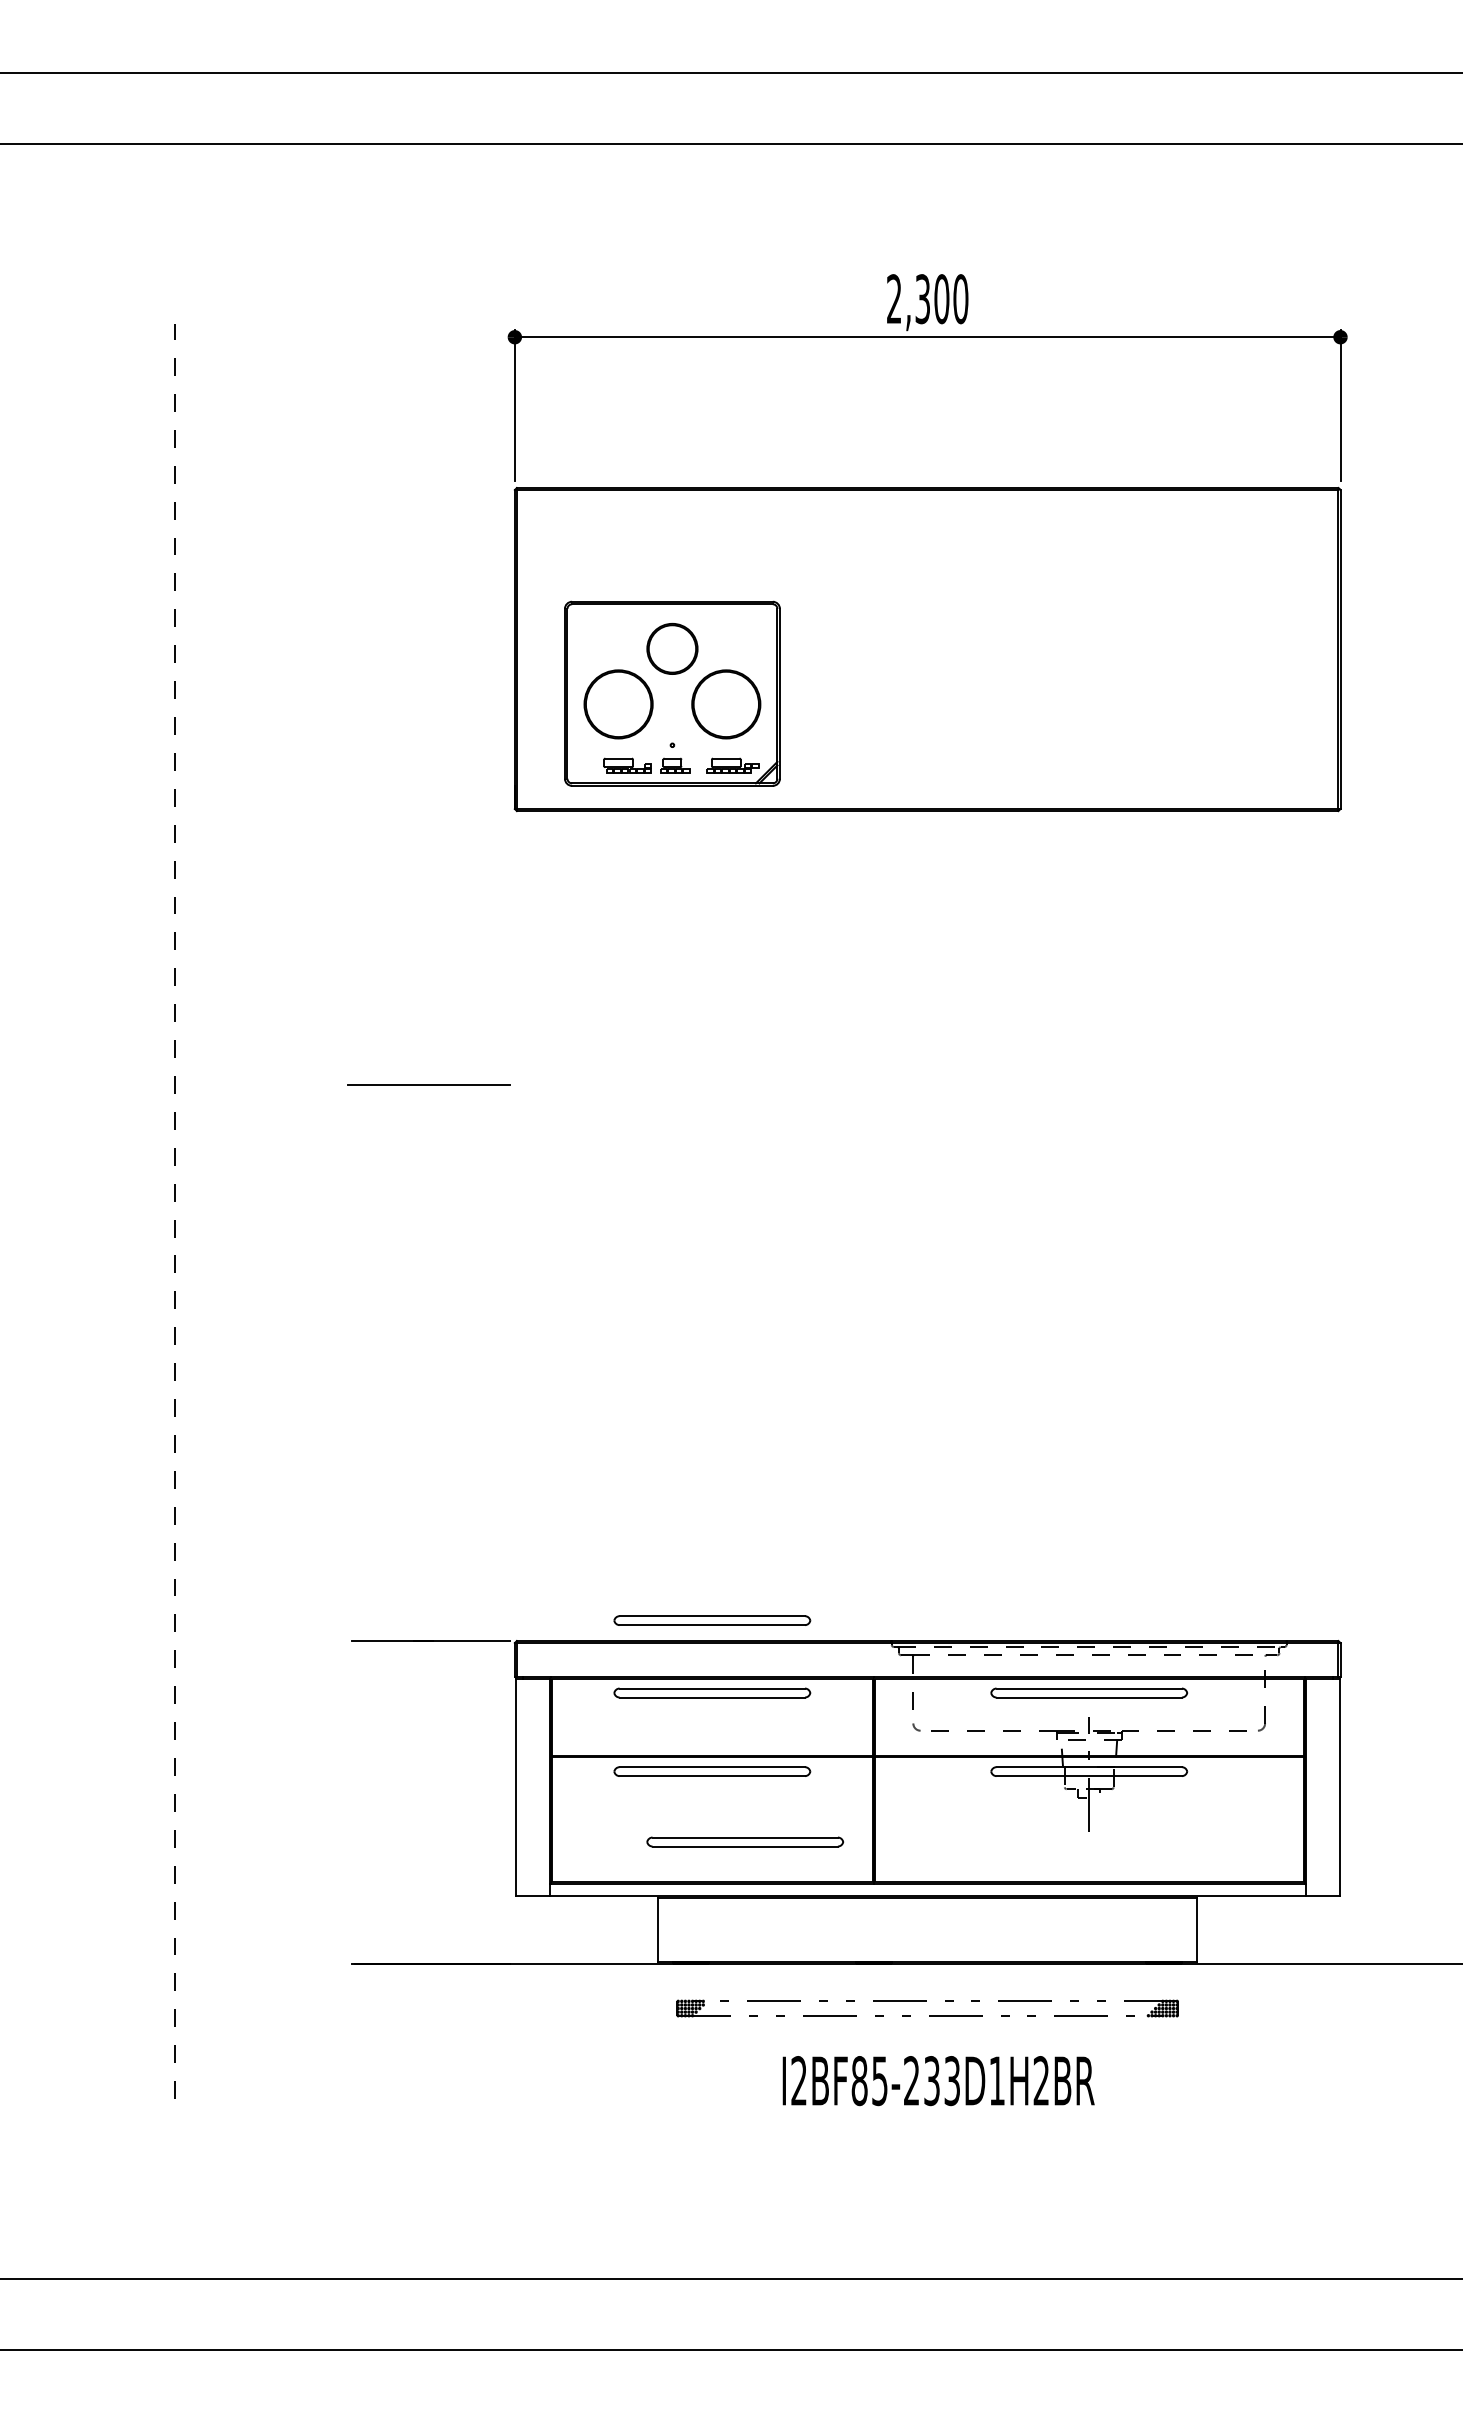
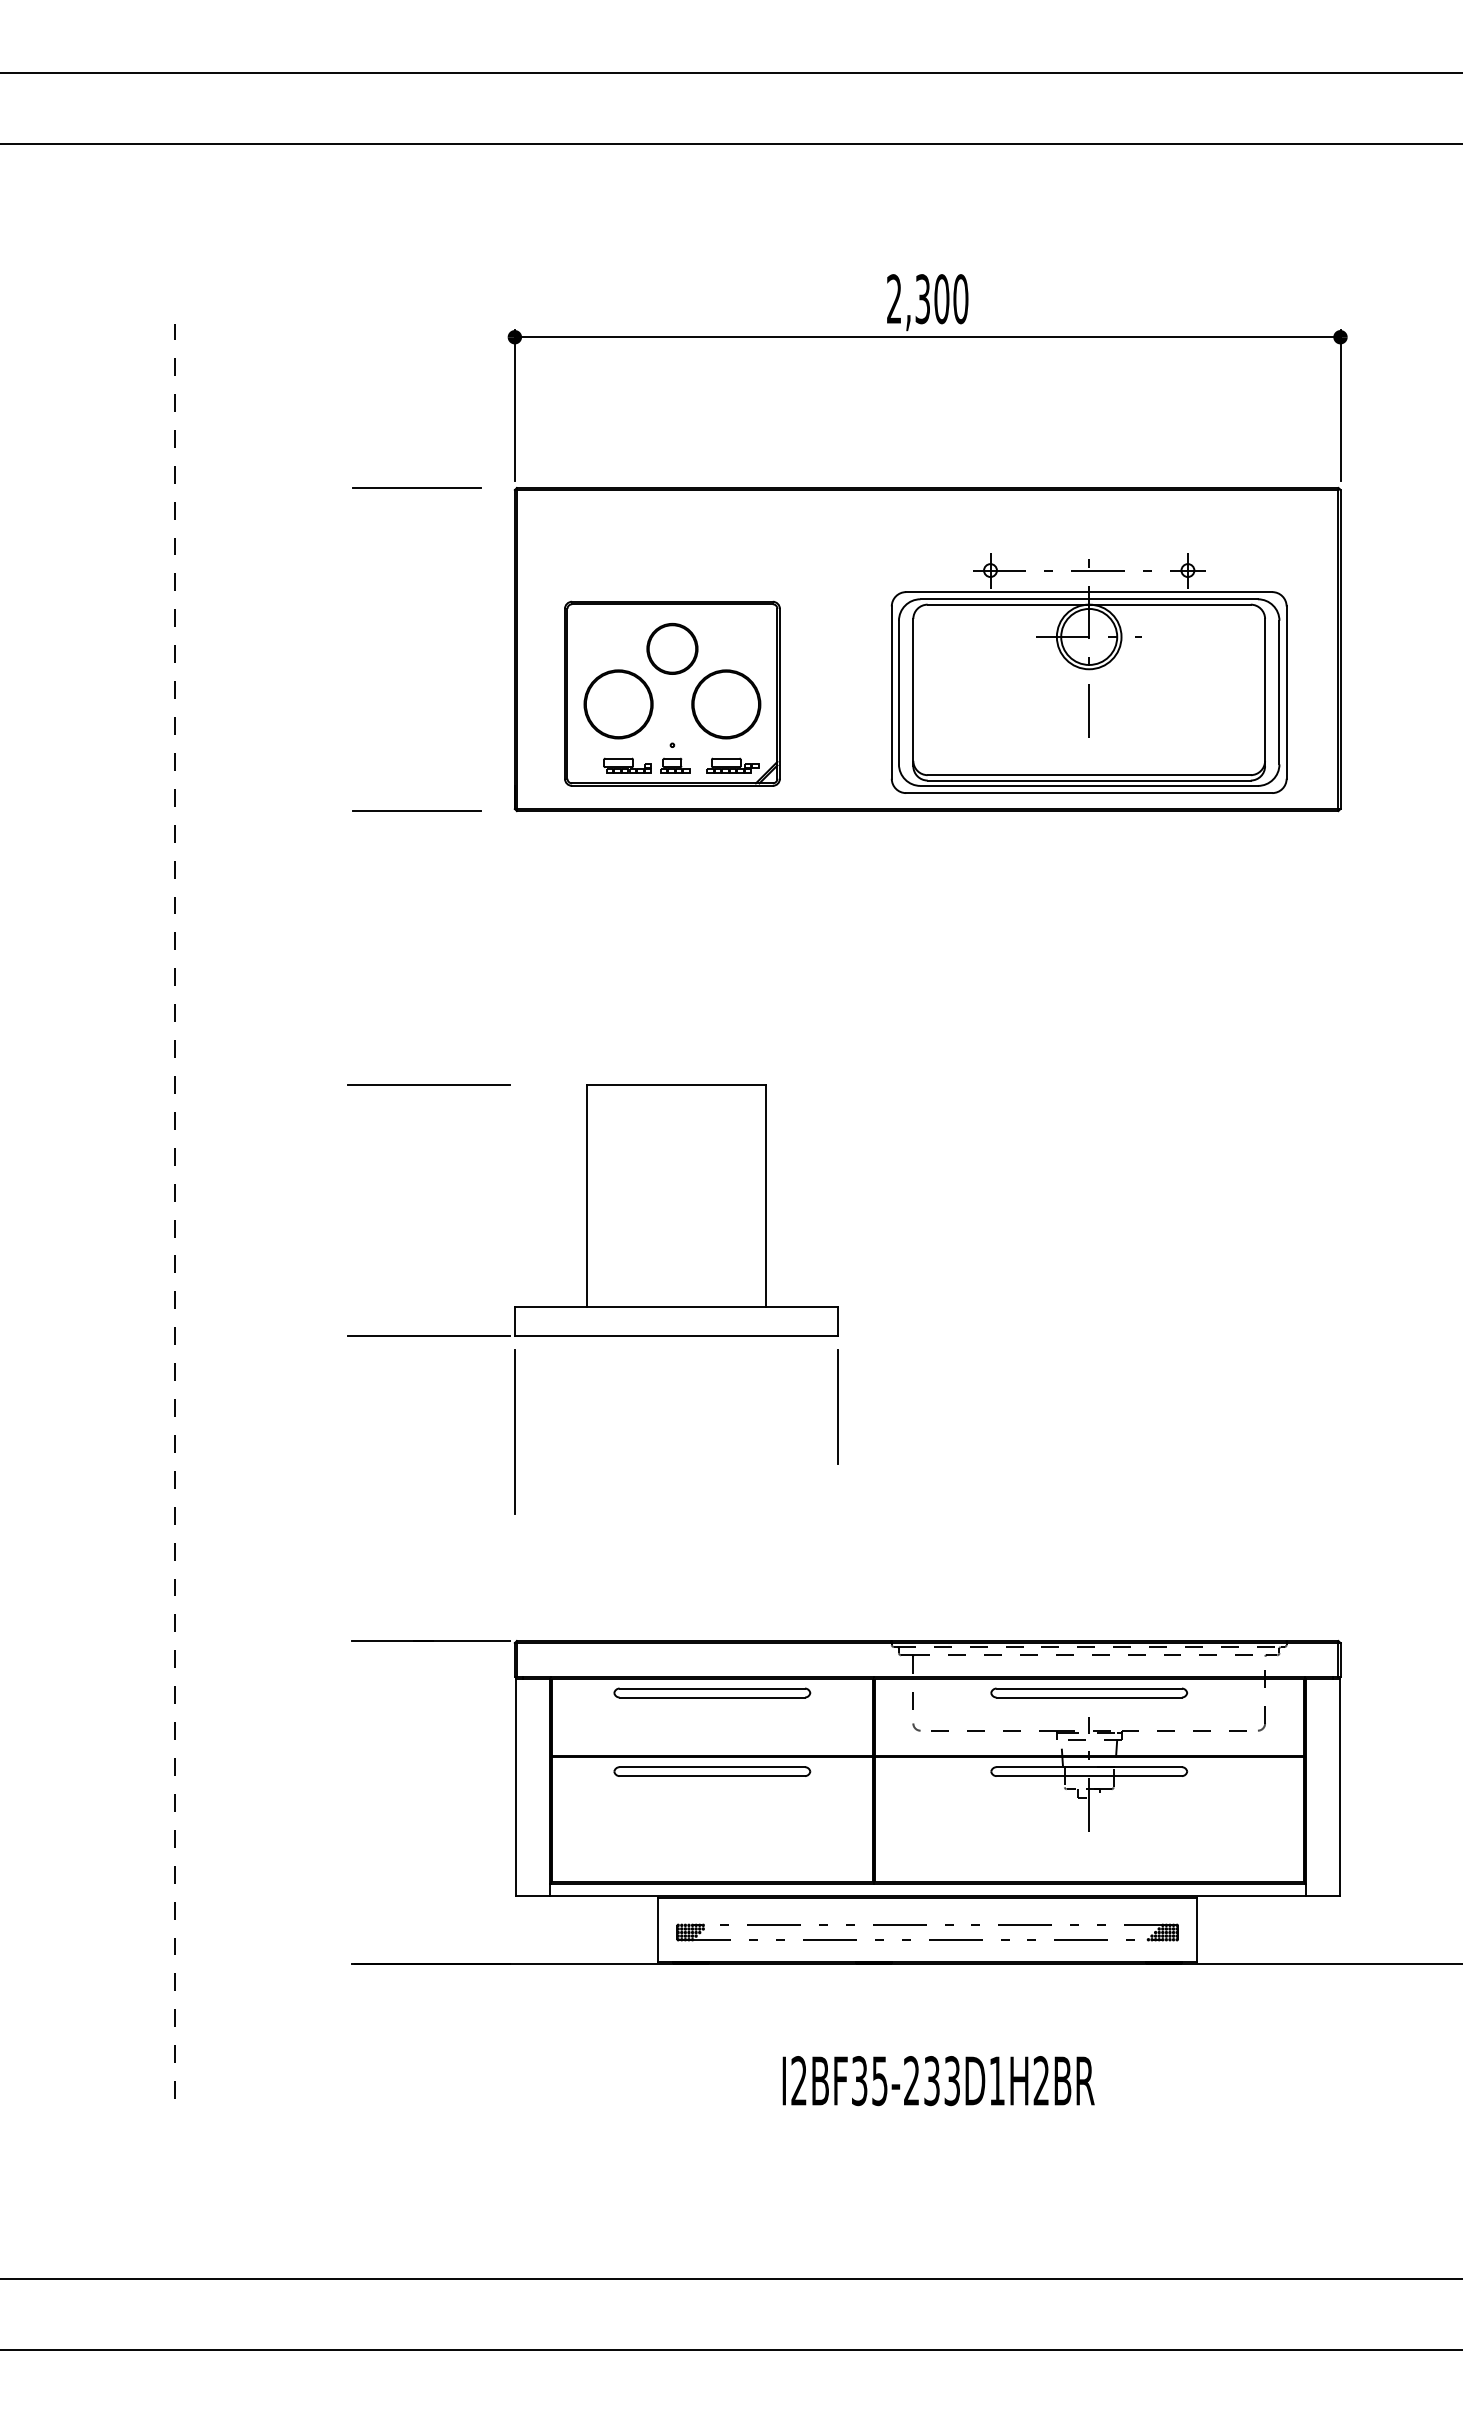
line at (416, 488): none -> present
part at (1088, 673): none -> present
line at (416, 811): none -> present
part at (592, 1210): none -> present
line at (837, 1407): none -> present
line at (514, 1431): none -> present
part at (712, 1620): present -> none
part at (745, 1841): present -> none
part at (926, 2001) position: (926, 2001) -> (926, 1925)
text at (859, 2081): I2BF85-233D1H2BR -> I2BF35-233D1H2BR
